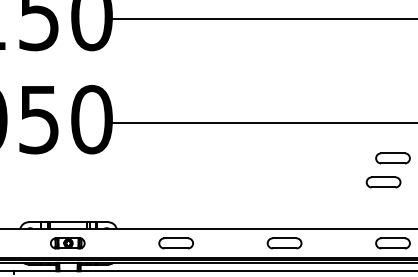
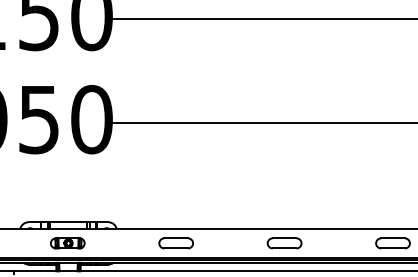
part at (392, 158): present -> none
part at (383, 182): present -> none
